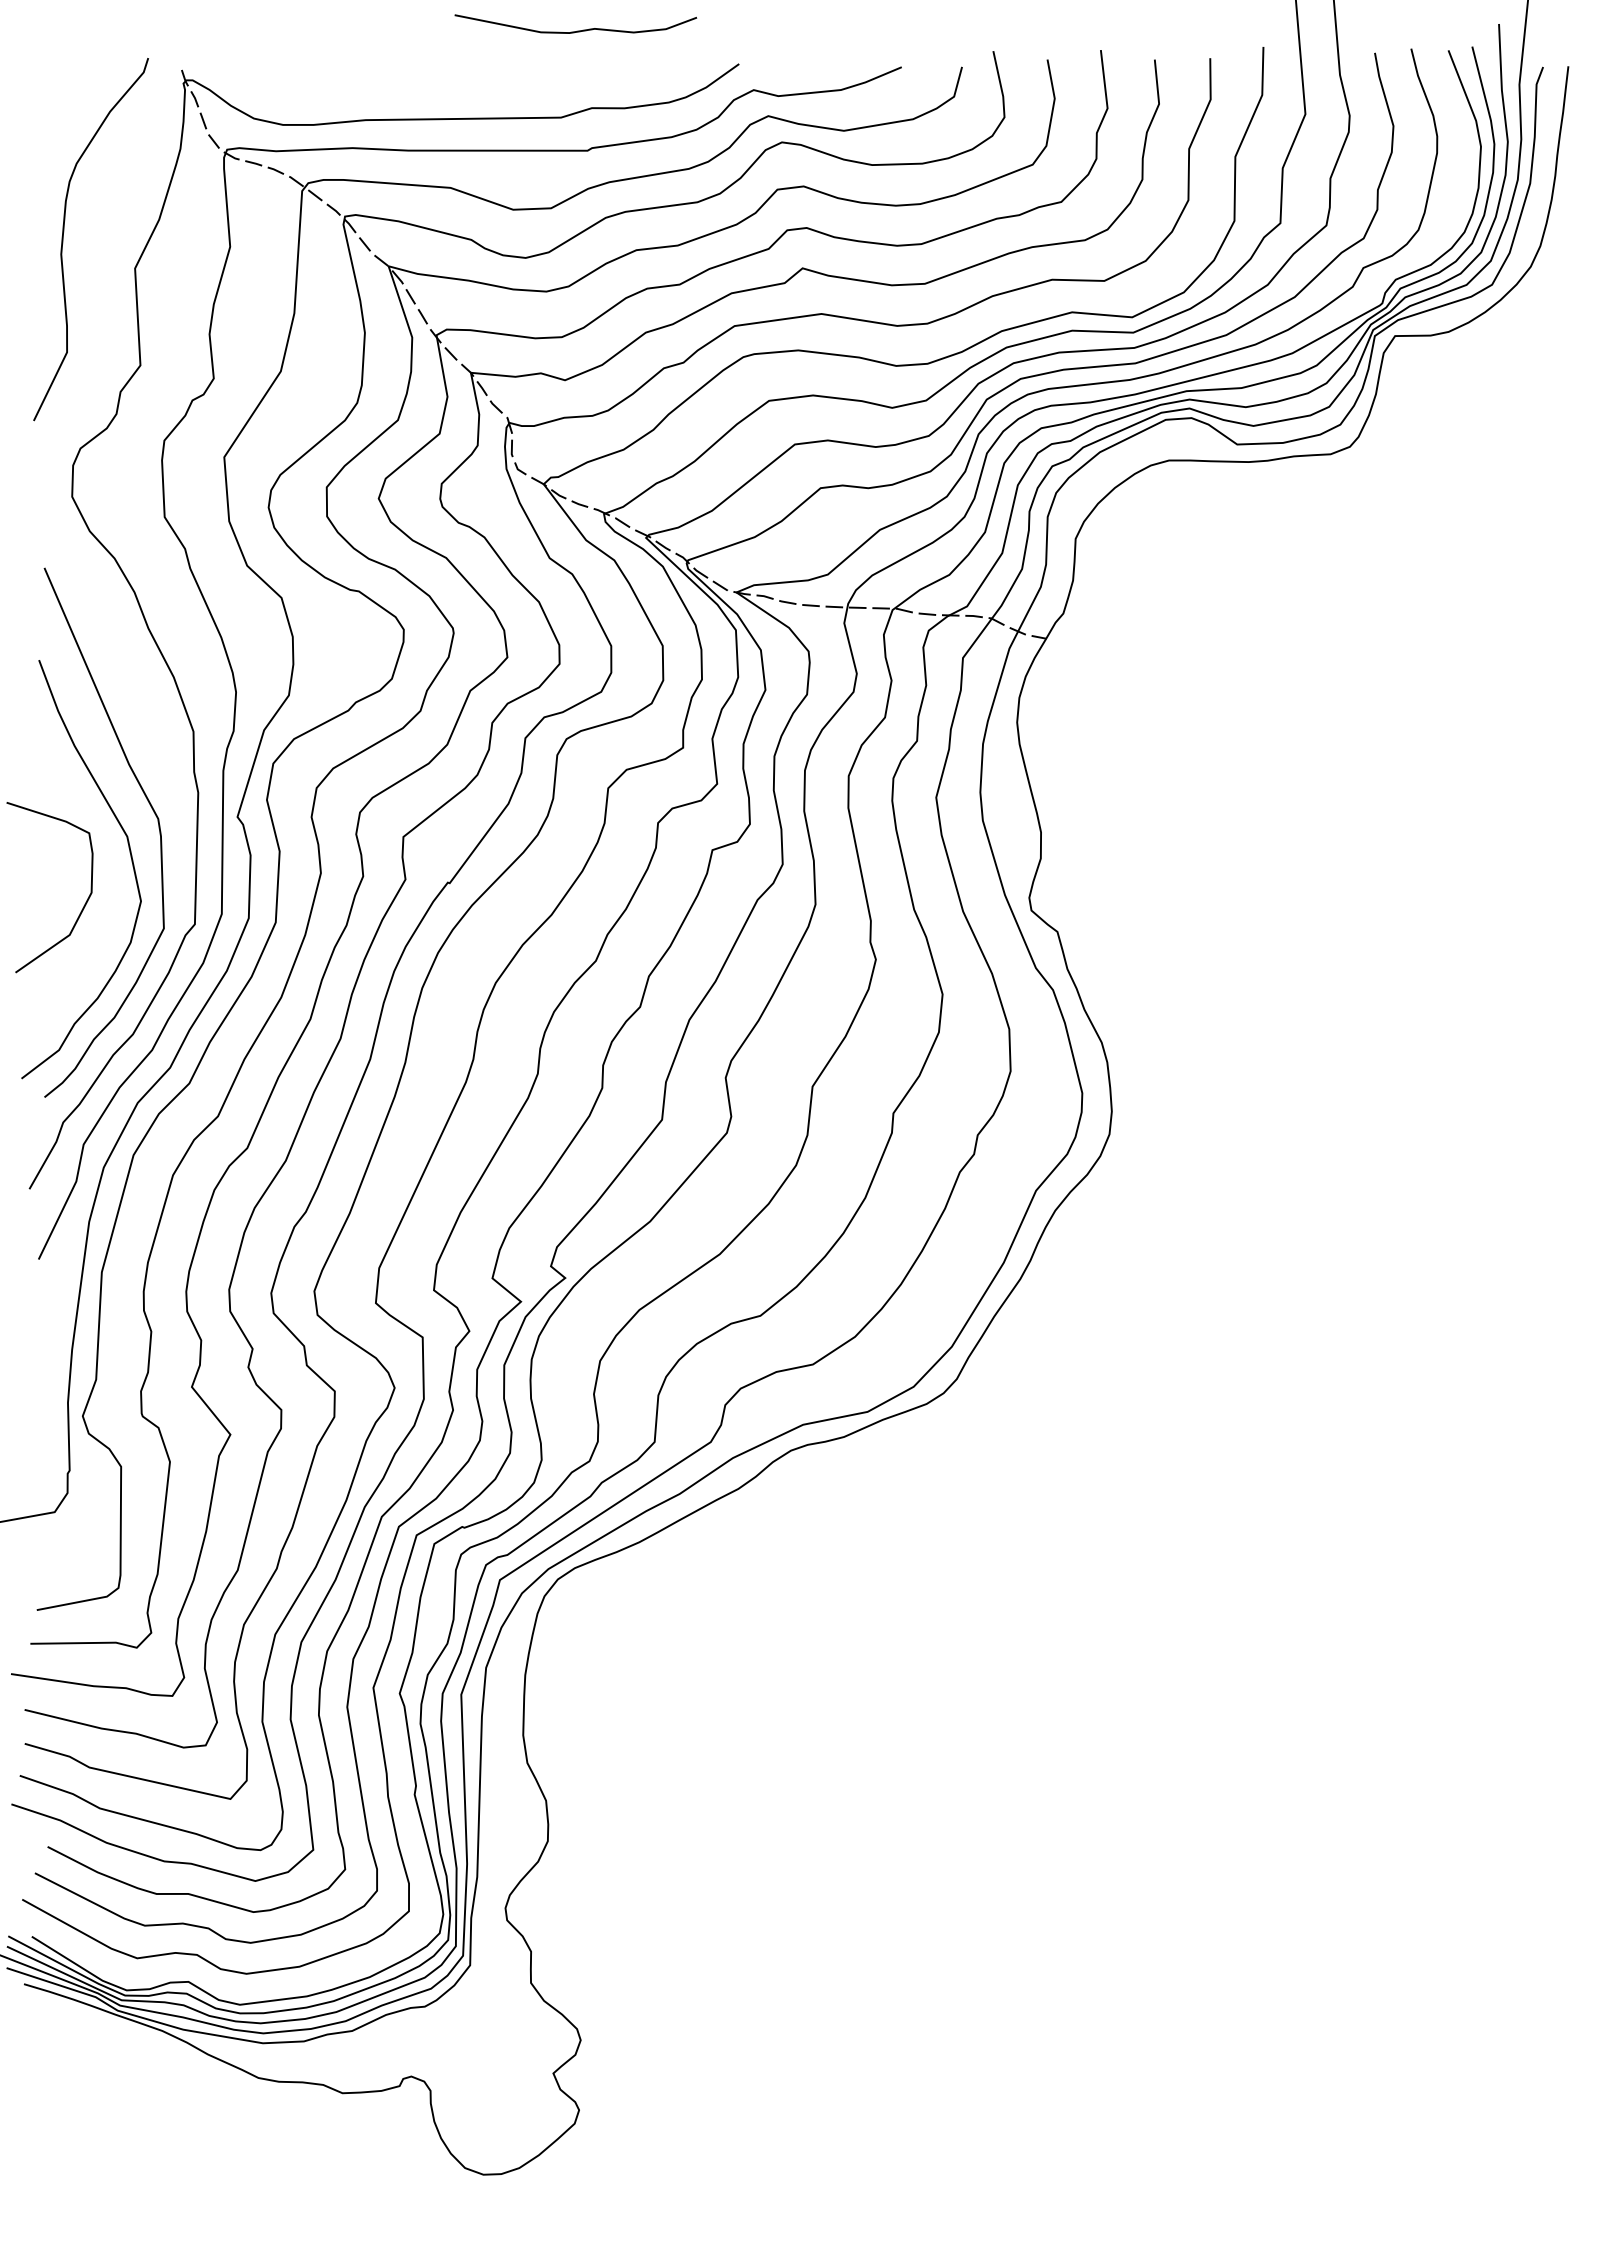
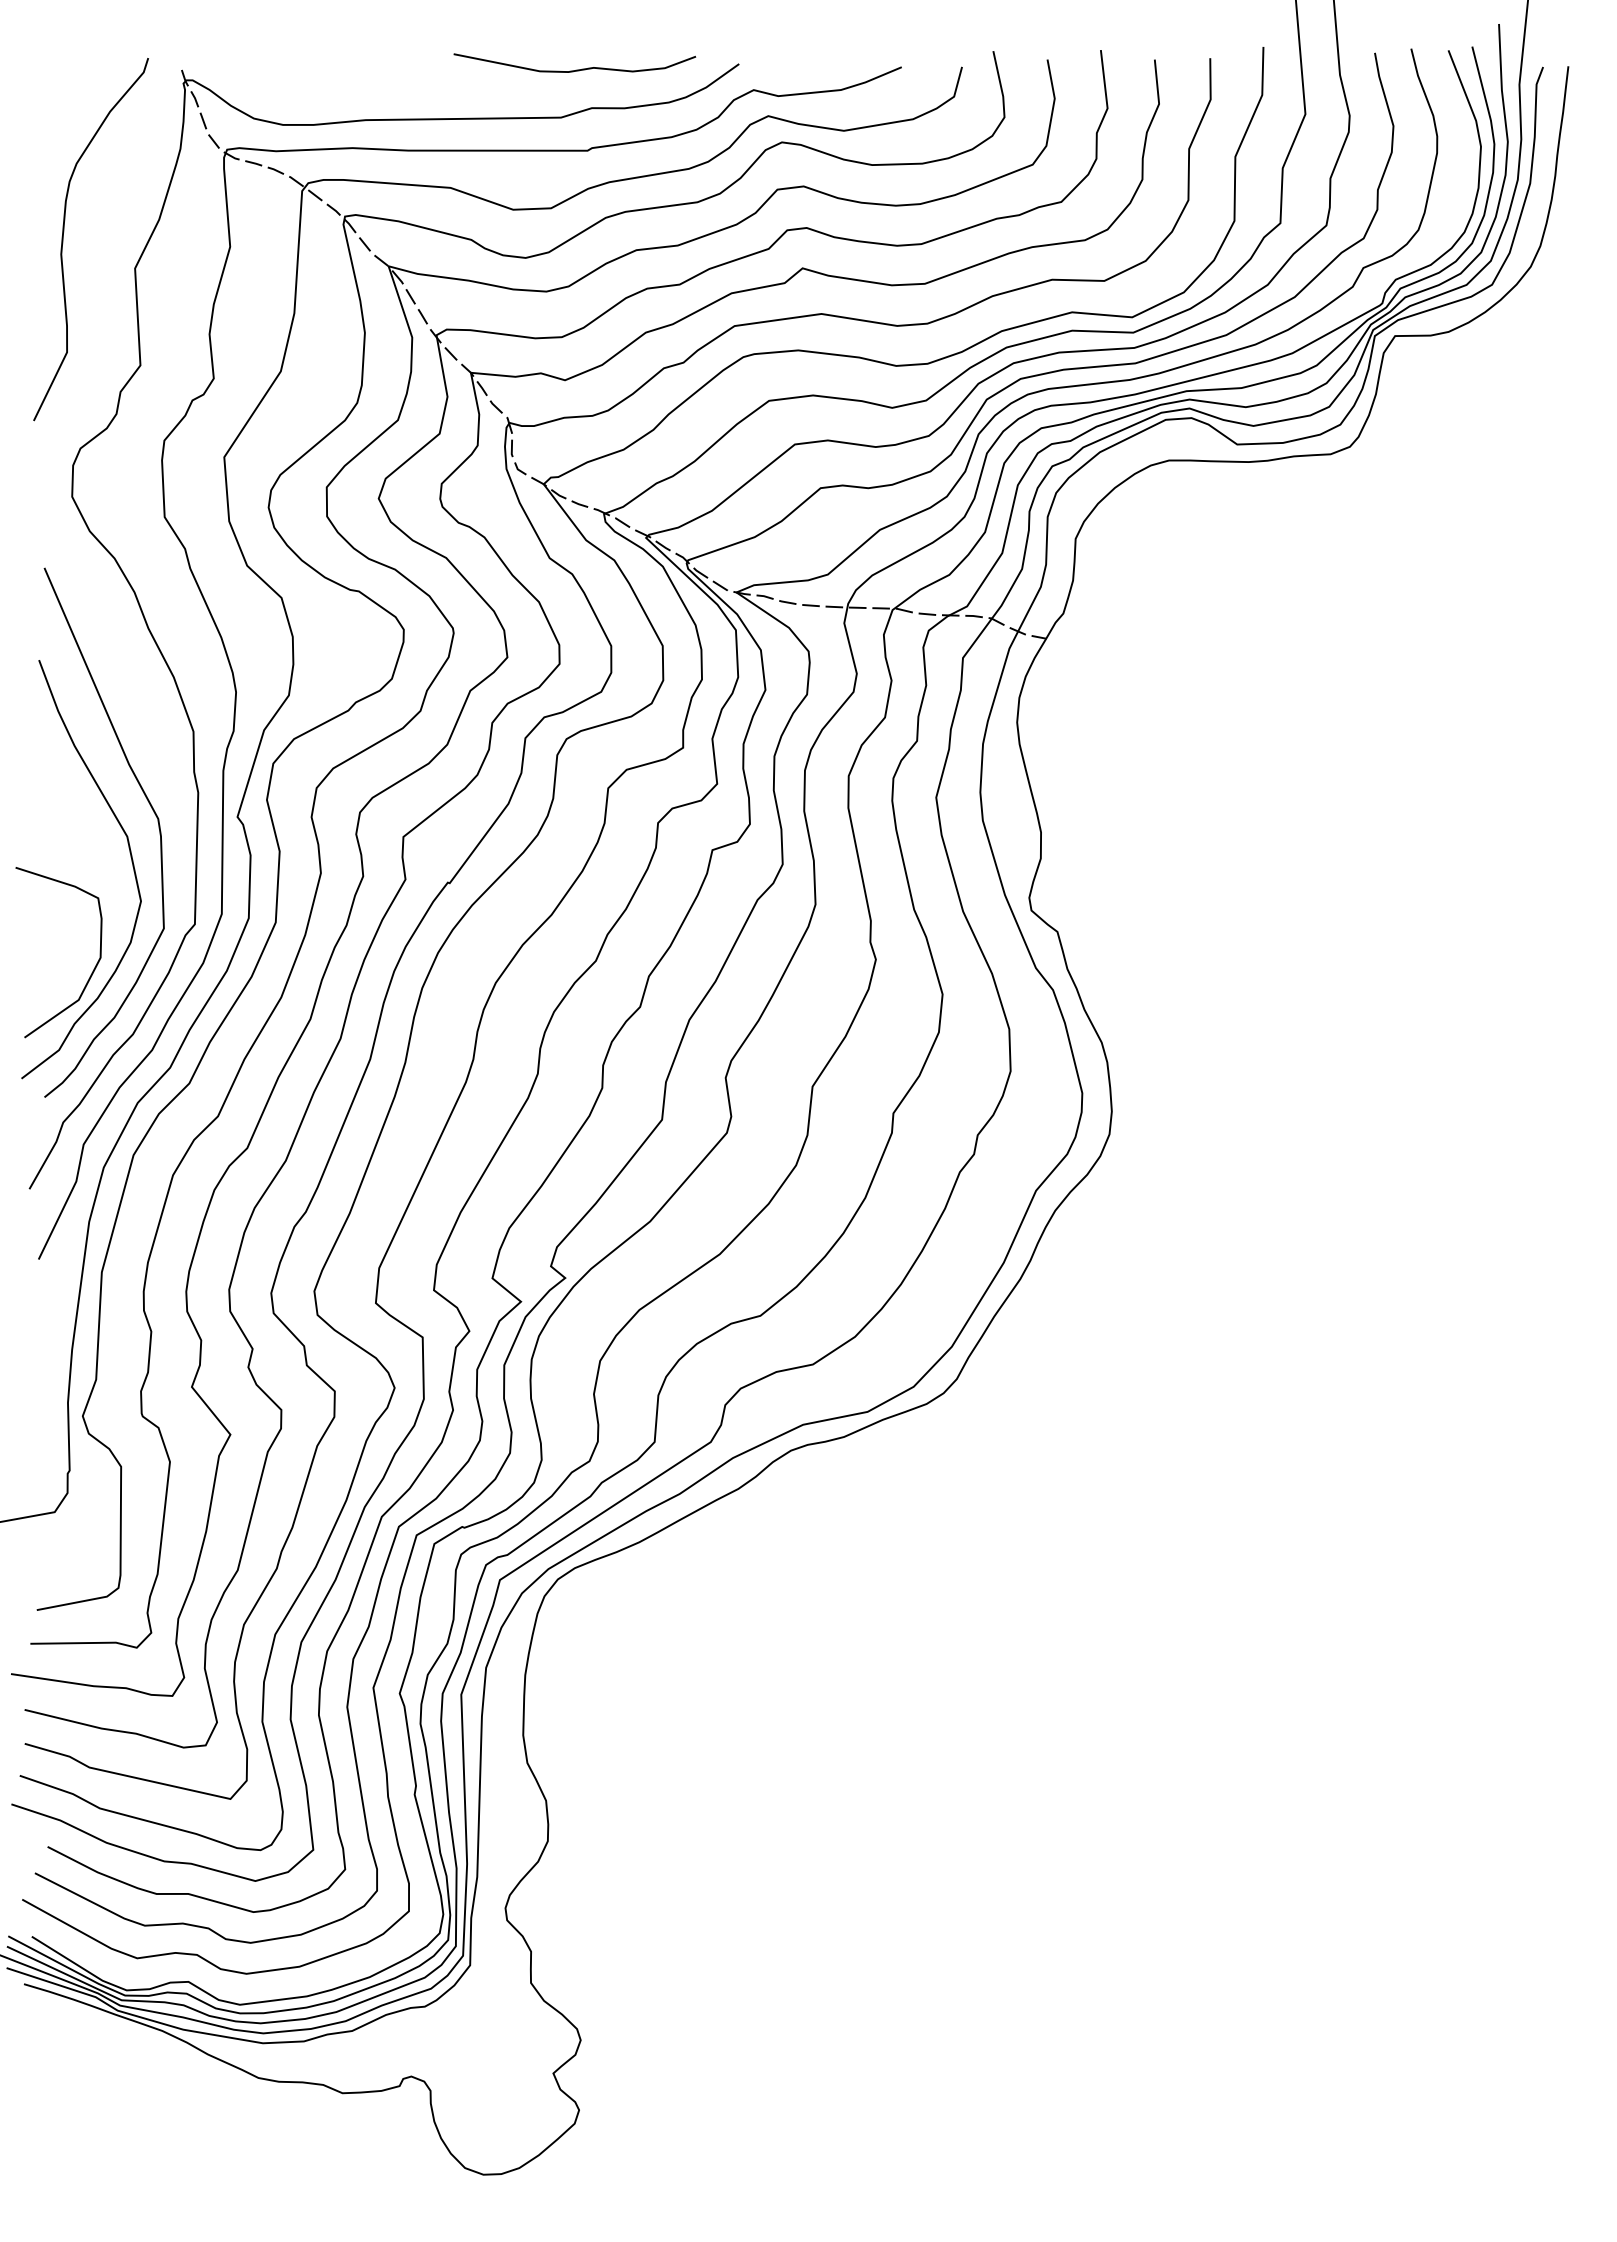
curve at (577, 30) position: (577, 30) -> (576, 69)
curve at (82, 907) position: (82, 907) -> (91, 972)
